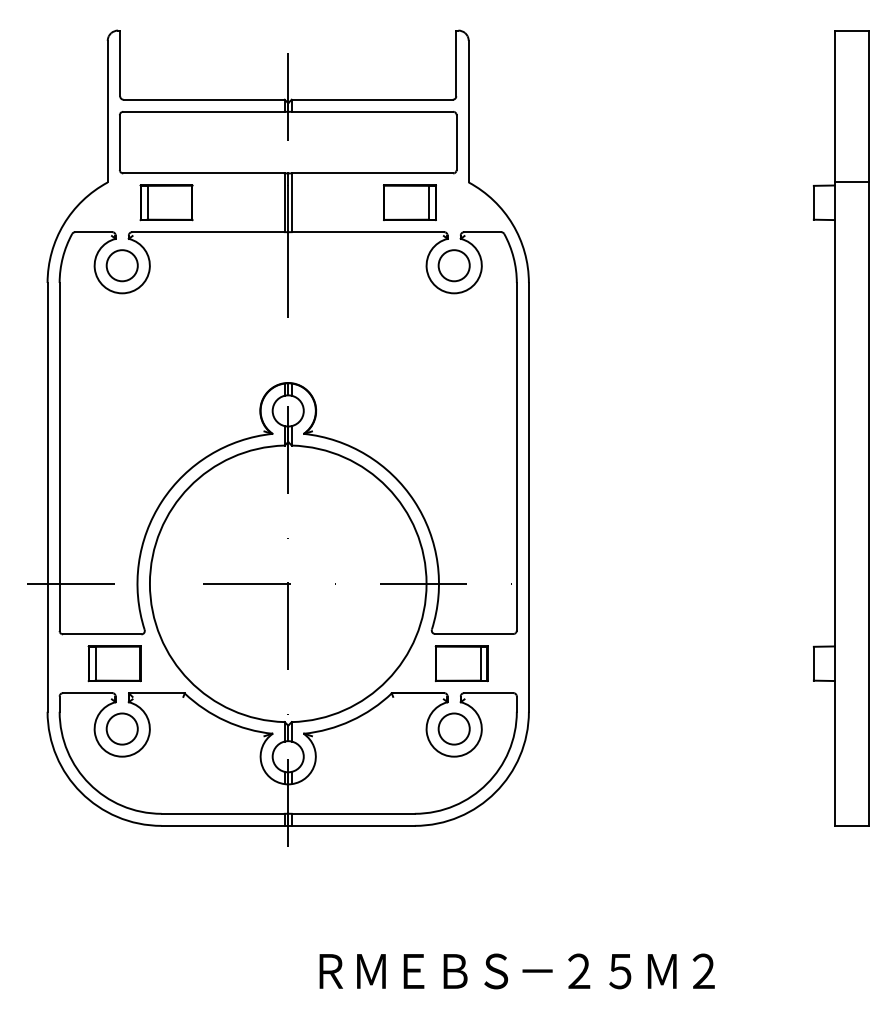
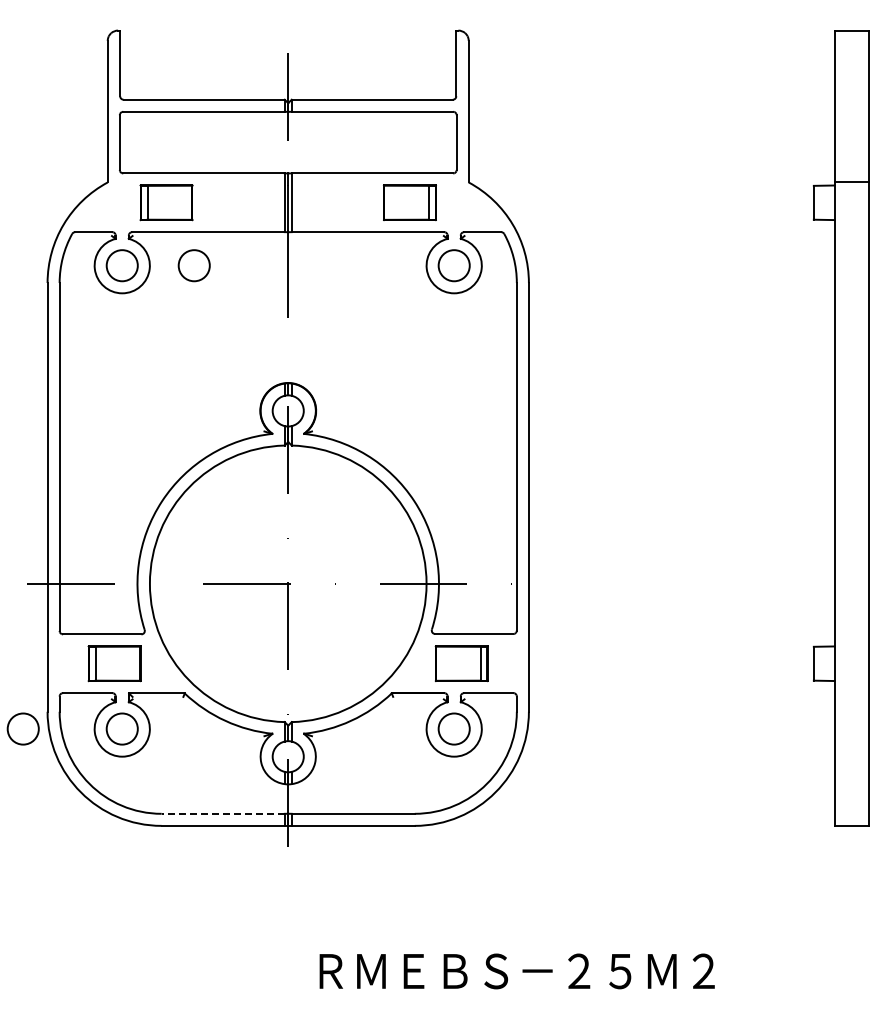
circle at (193, 265): none -> present
circle at (22, 728): none -> present
line at (223, 813): solid -> dashed
